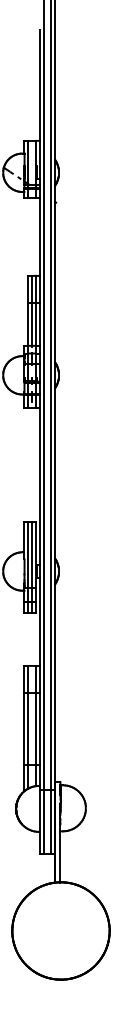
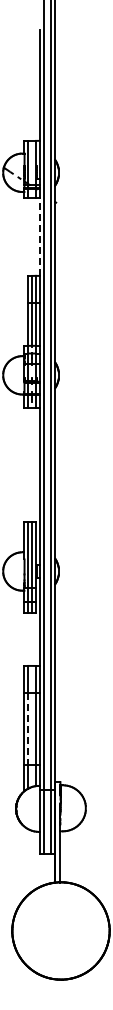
line at (39, 236): solid -> dashed
line at (28, 729): solid -> dashed
